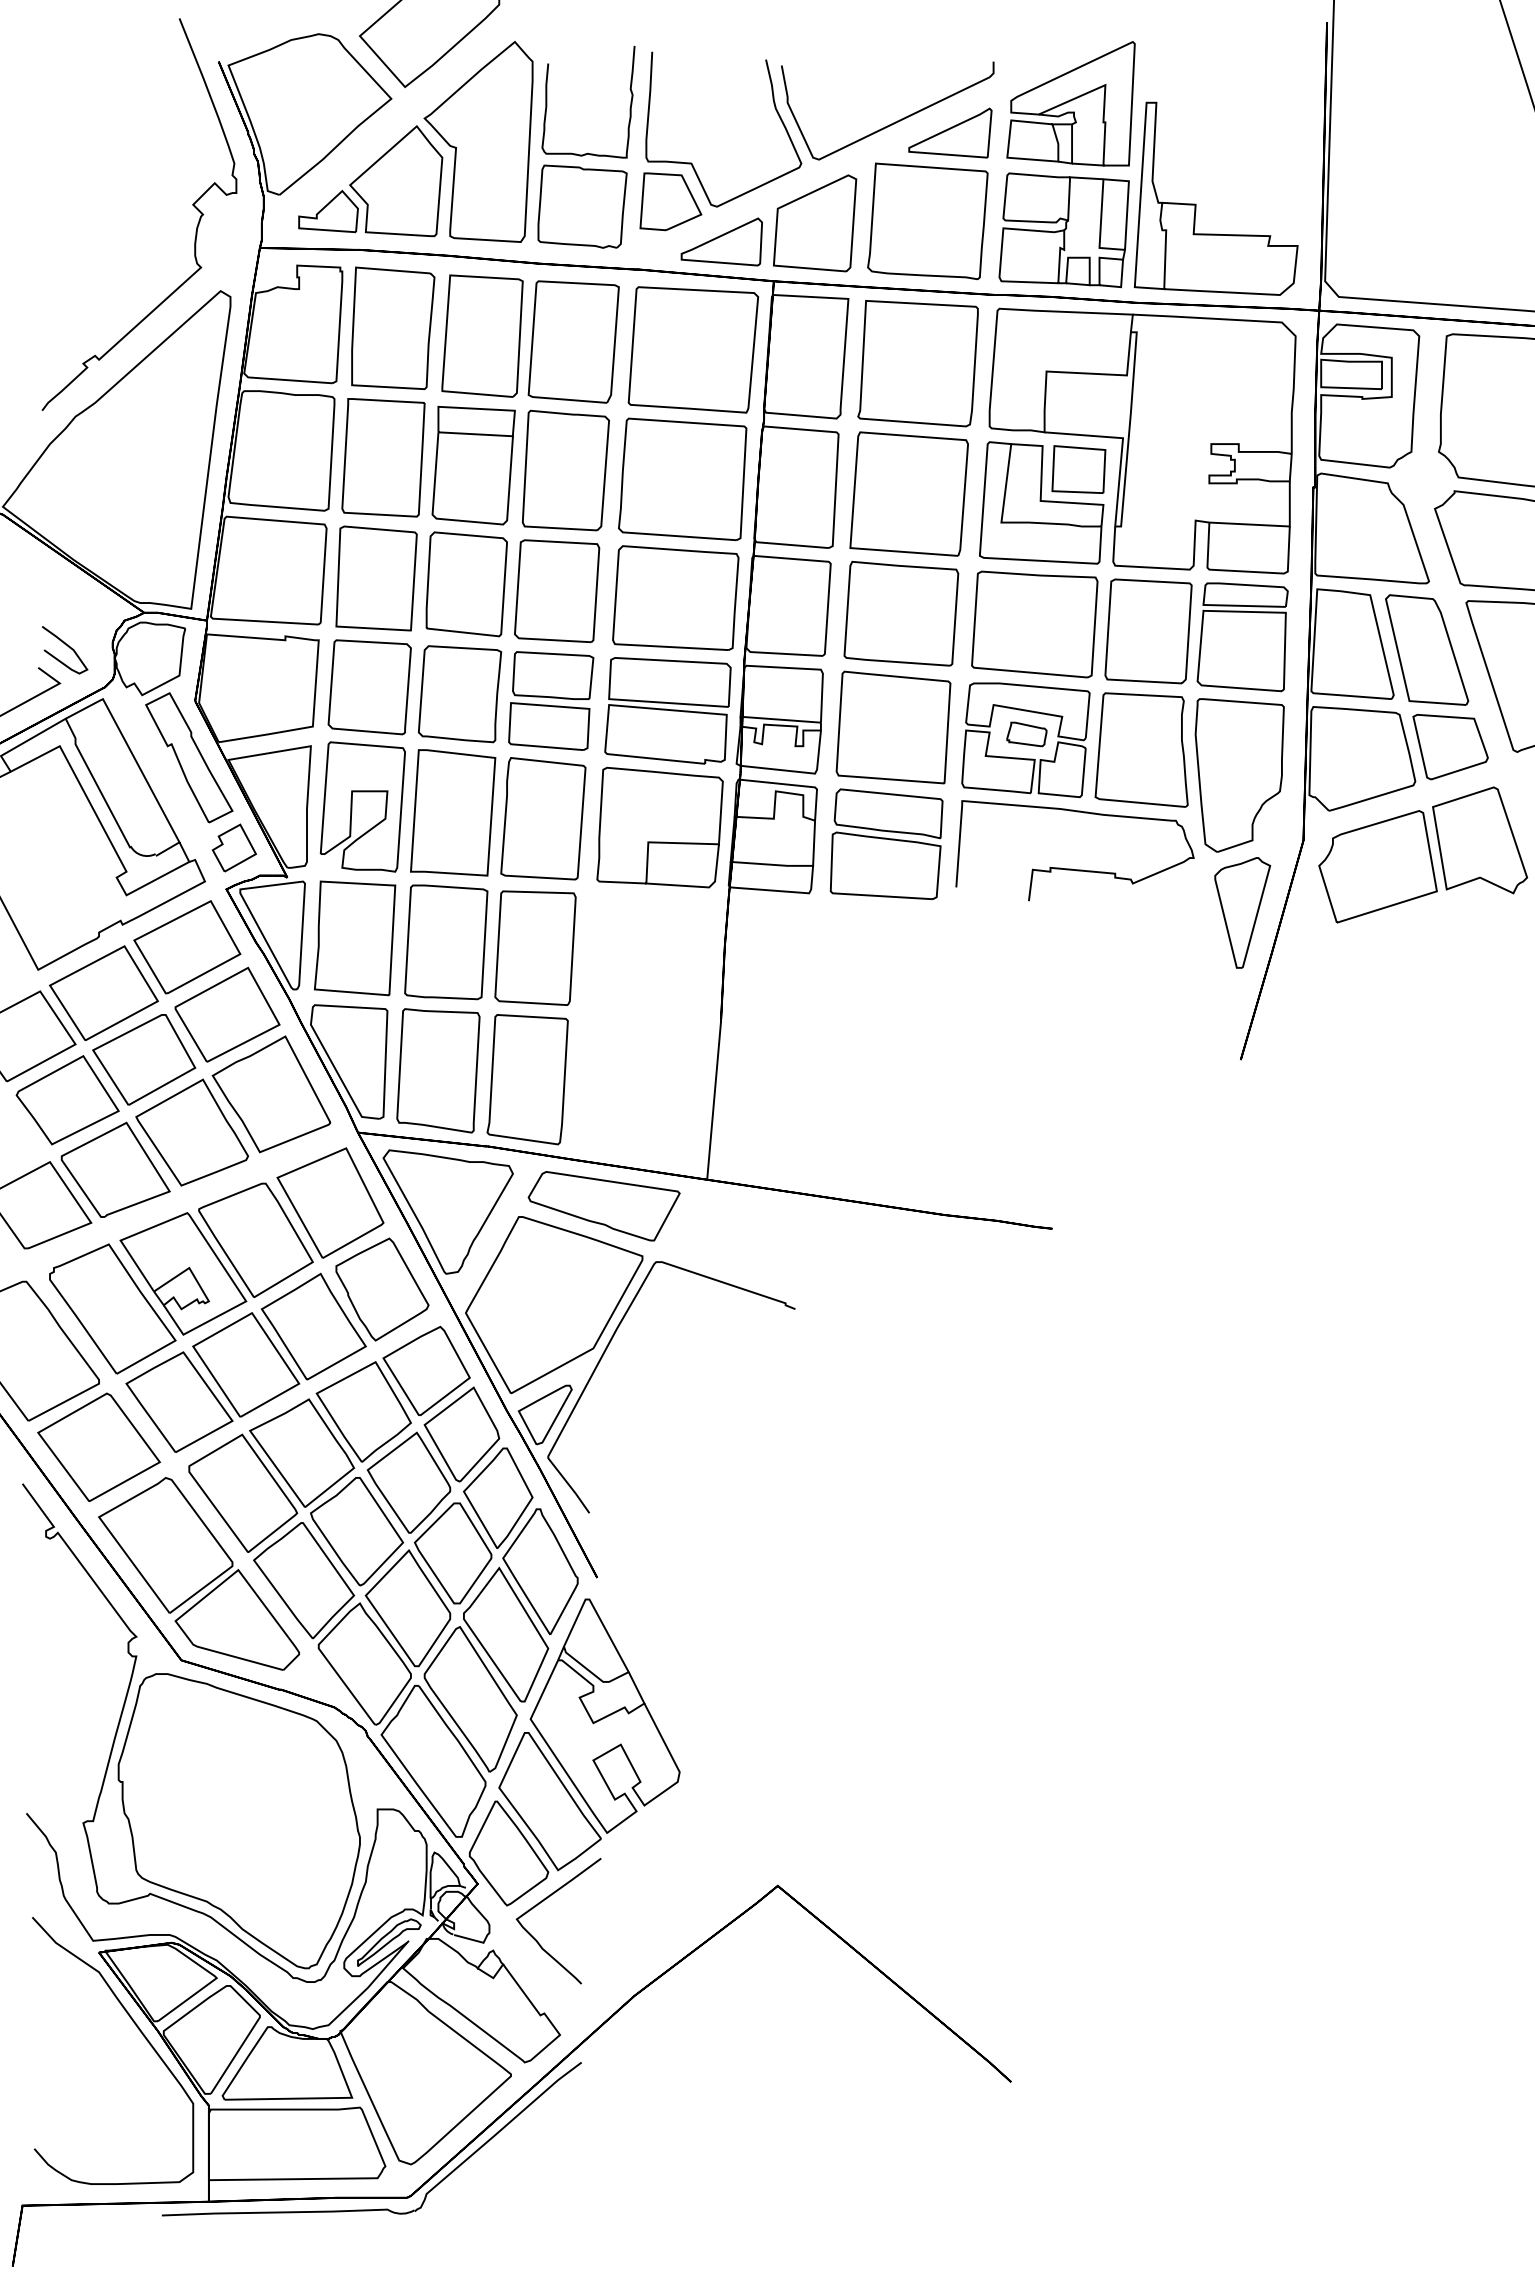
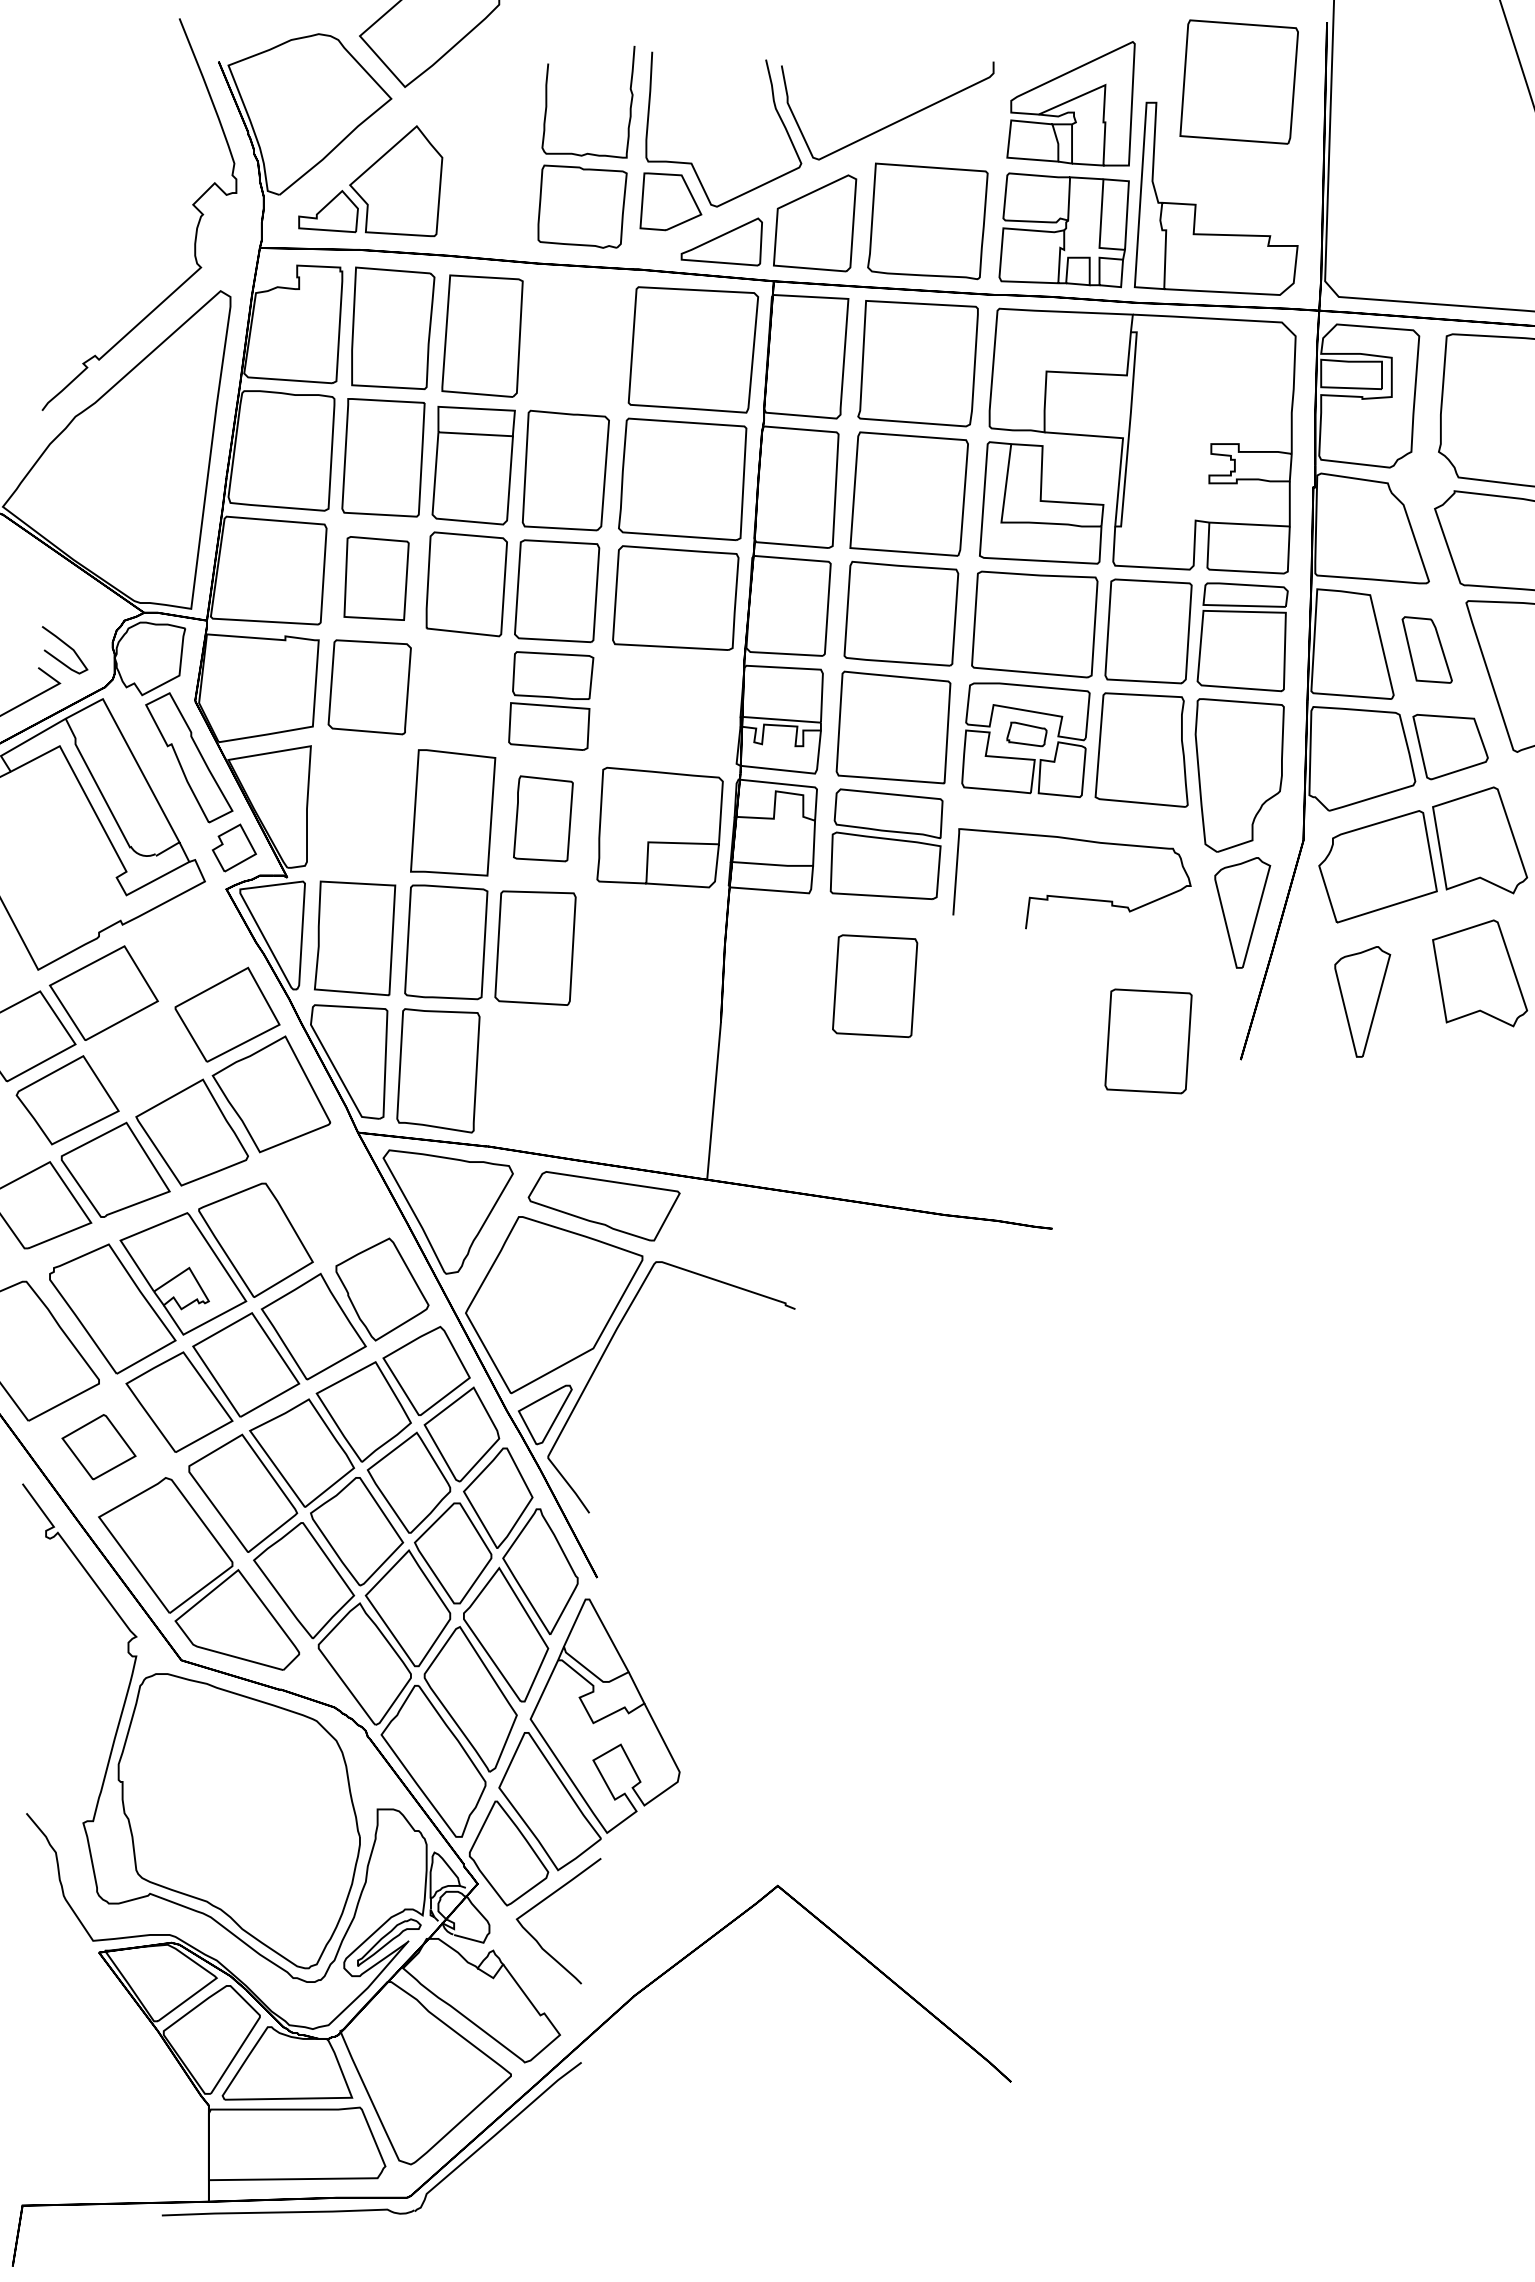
part at (1238, 81): none -> present
part at (950, 132): present -> none
part at (478, 141): present -> none
part at (573, 341): present -> none
part at (1078, 469): present -> none
part at (376, 578) size: 83x107 px -> 67x85 px
part at (1427, 649) size: 85x112 px -> 52x68 px
part at (459, 694): present -> none
part at (667, 710): present -> none
part at (352, 806): present -> none
part at (543, 818) size: 87x124 px -> 61x88 px
curve at (1072, 868) position: (1072, 868) -> (1069, 896)
part at (187, 947): present -> none
part at (1480, 973): none -> present
part at (875, 986): none -> present
part at (1362, 1001): none -> present
part at (1148, 1041): none -> present
part at (144, 1059): present -> none
part at (527, 1079): present -> none
part at (330, 1202): present -> none
part at (98, 1446) size: 124x110 px -> 76x67 px
curve at (139, 2031): present -> none
